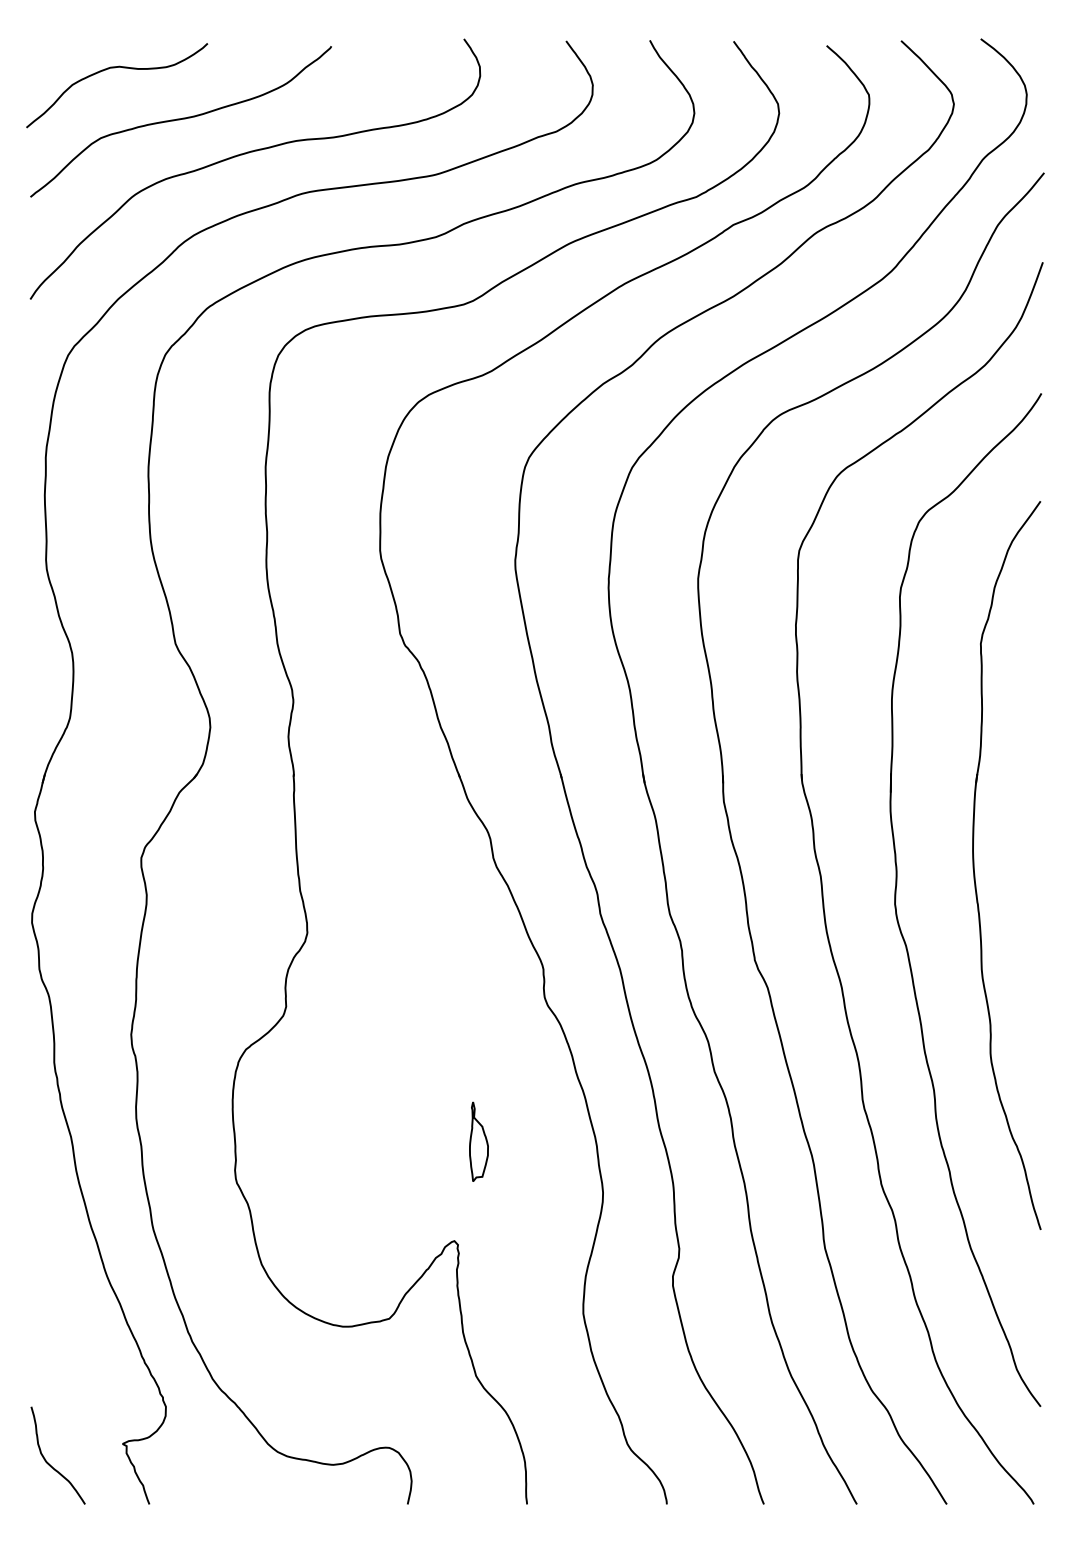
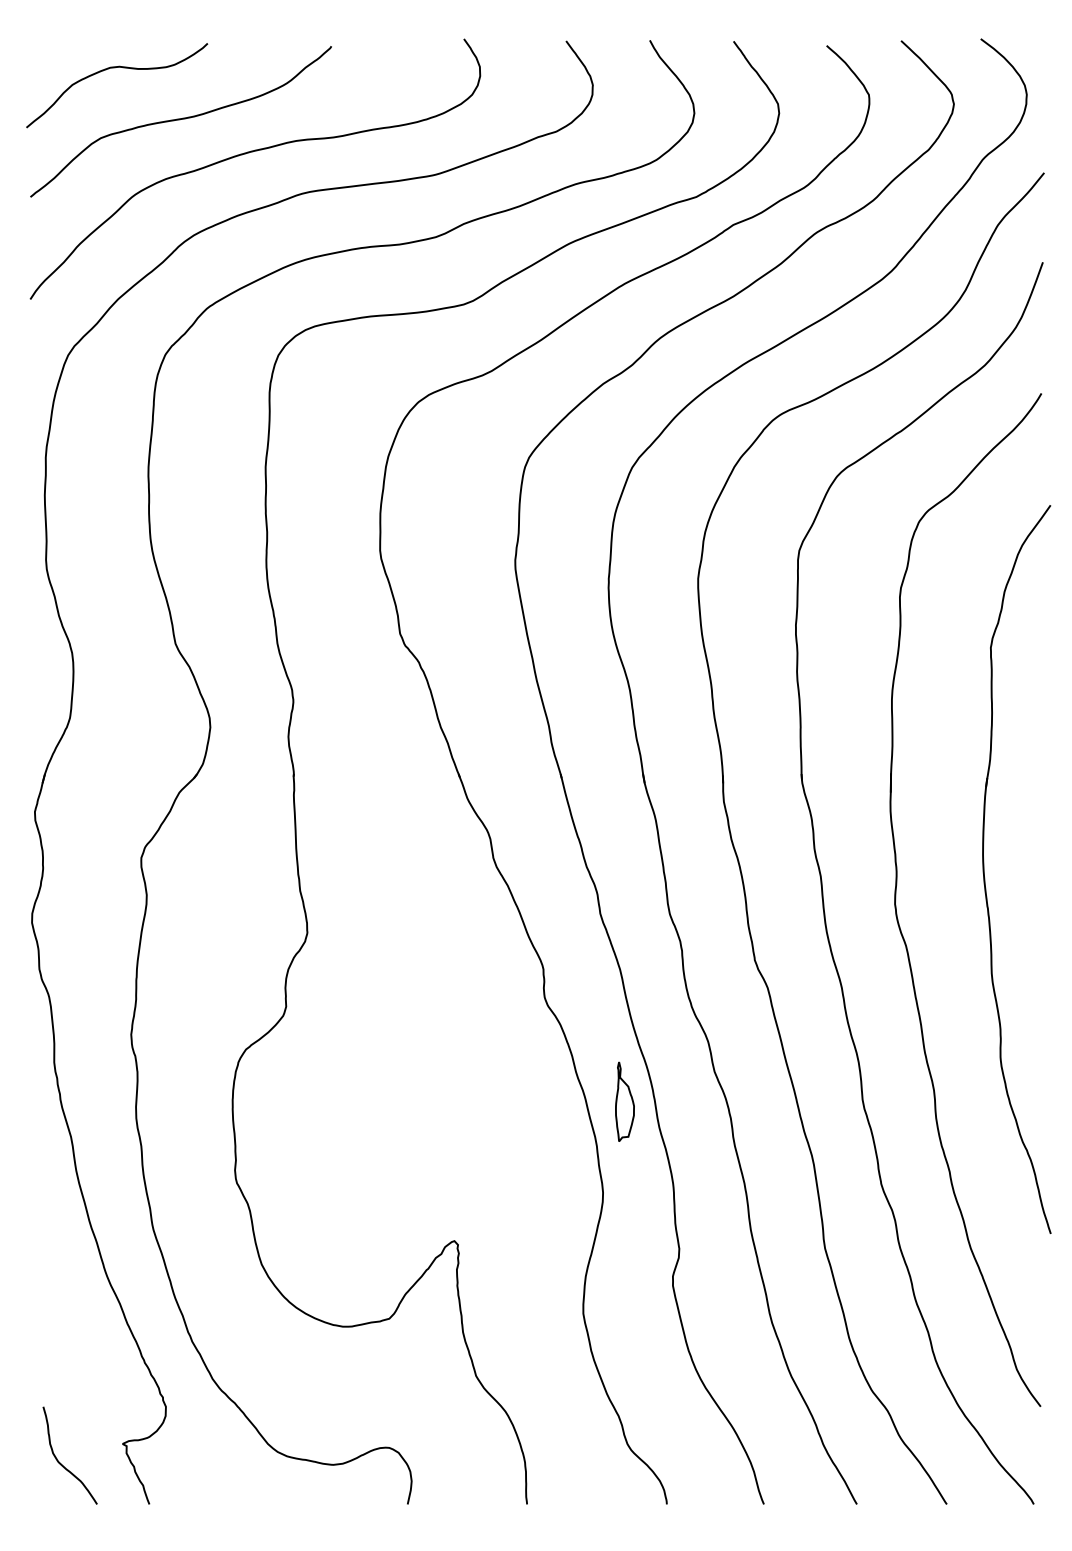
part at (974, 865) position: (974, 865) -> (984, 869)
part at (478, 1141) position: (478, 1141) -> (624, 1101)
curve at (49, 1463) position: (49, 1463) -> (61, 1463)
